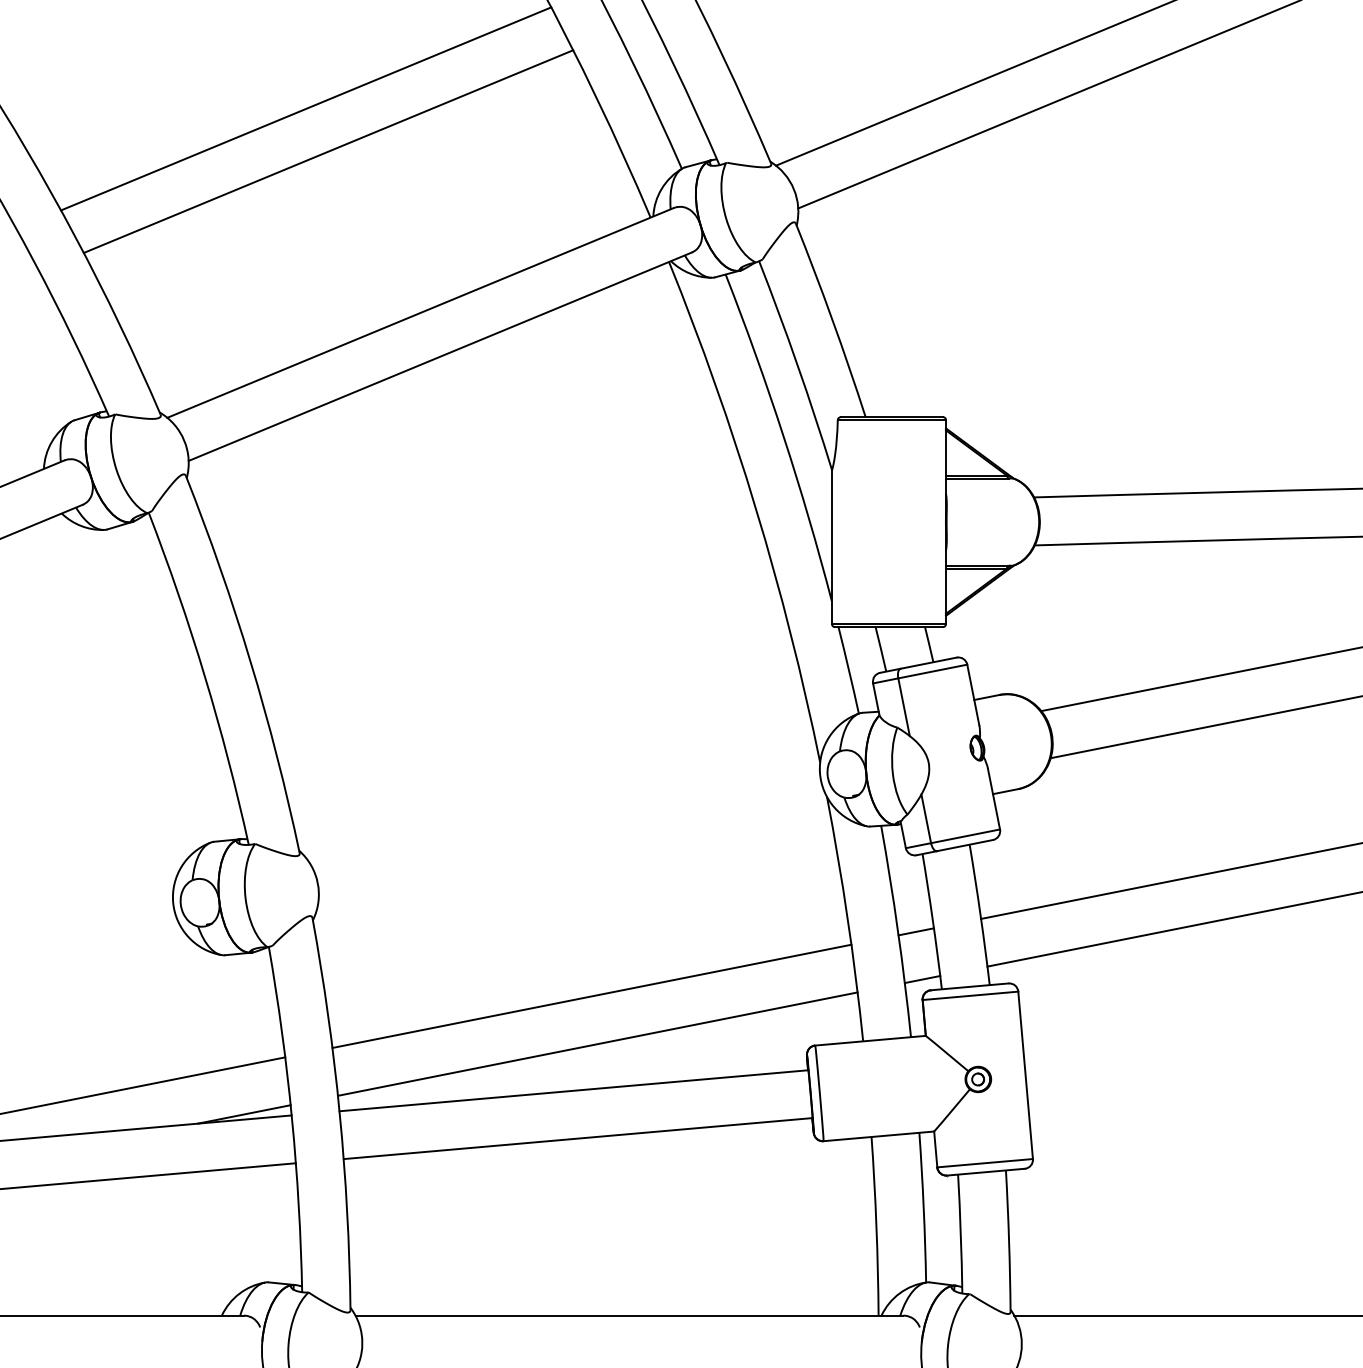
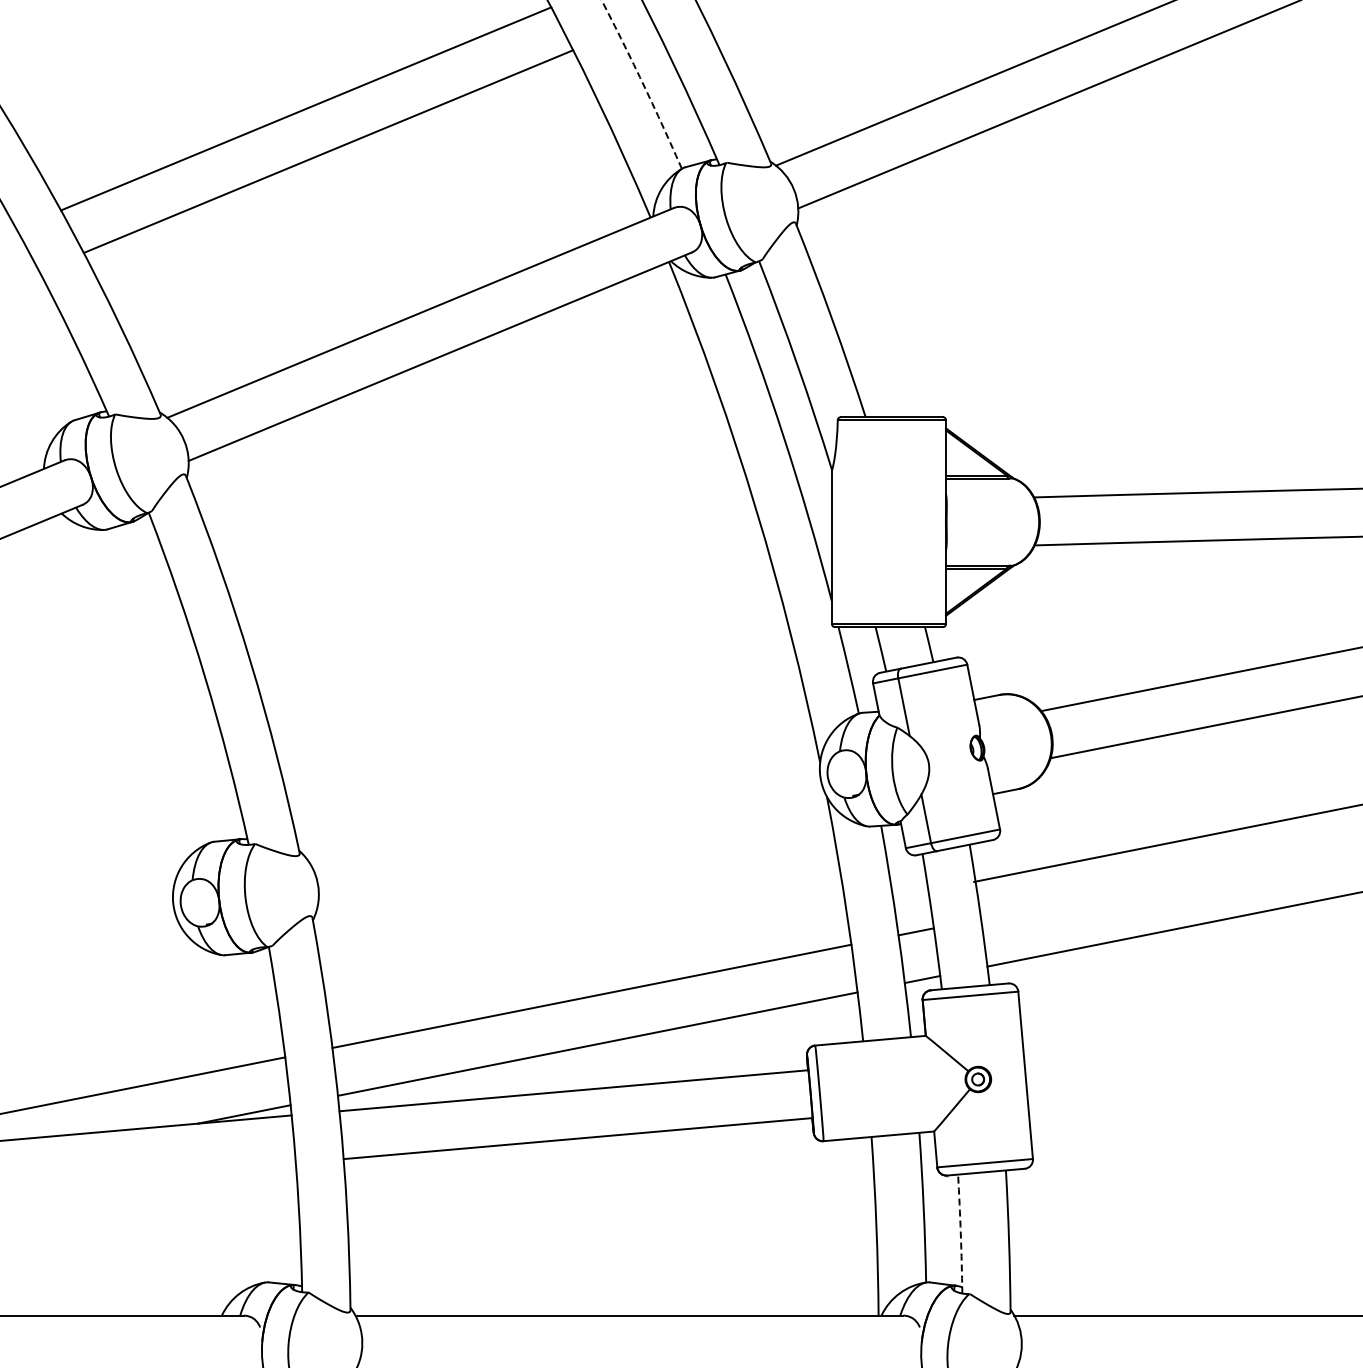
arc at (643, 84): solid -> dashed
line at (1170, 880) position: (1170, 880) -> (1166, 843)
line at (148, 1175): present -> none
arc at (960, 1234): solid -> dashed
